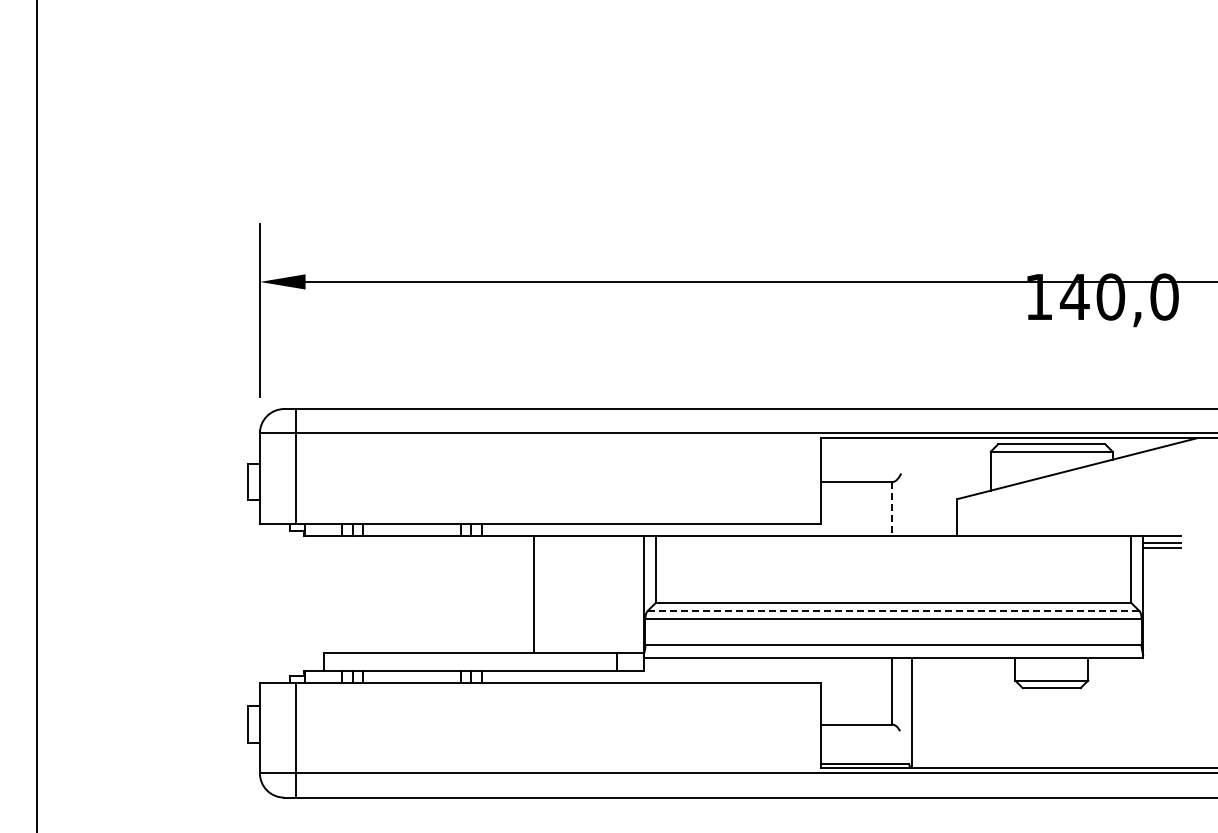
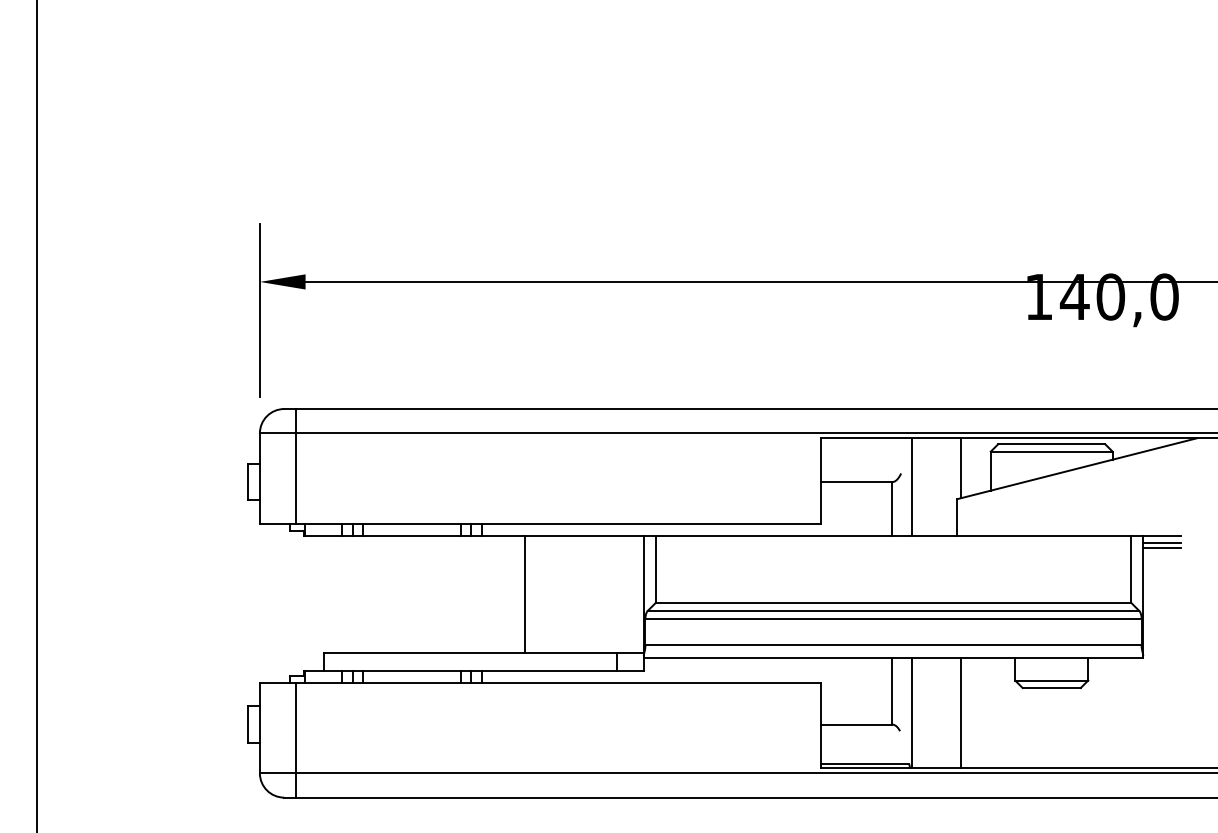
line at (960, 468): none -> present
line at (911, 486): none -> present
line at (892, 508): dashed -> solid
line at (534, 593) position: (534, 593) -> (525, 593)
line at (893, 610): dashed -> solid
line at (960, 712): none -> present
